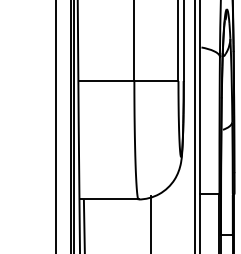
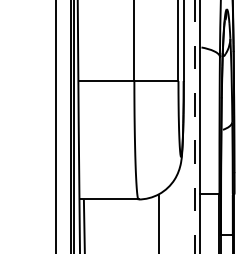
line at (195, 127): solid -> dashed
line at (150, 223) position: (150, 223) -> (158, 223)
